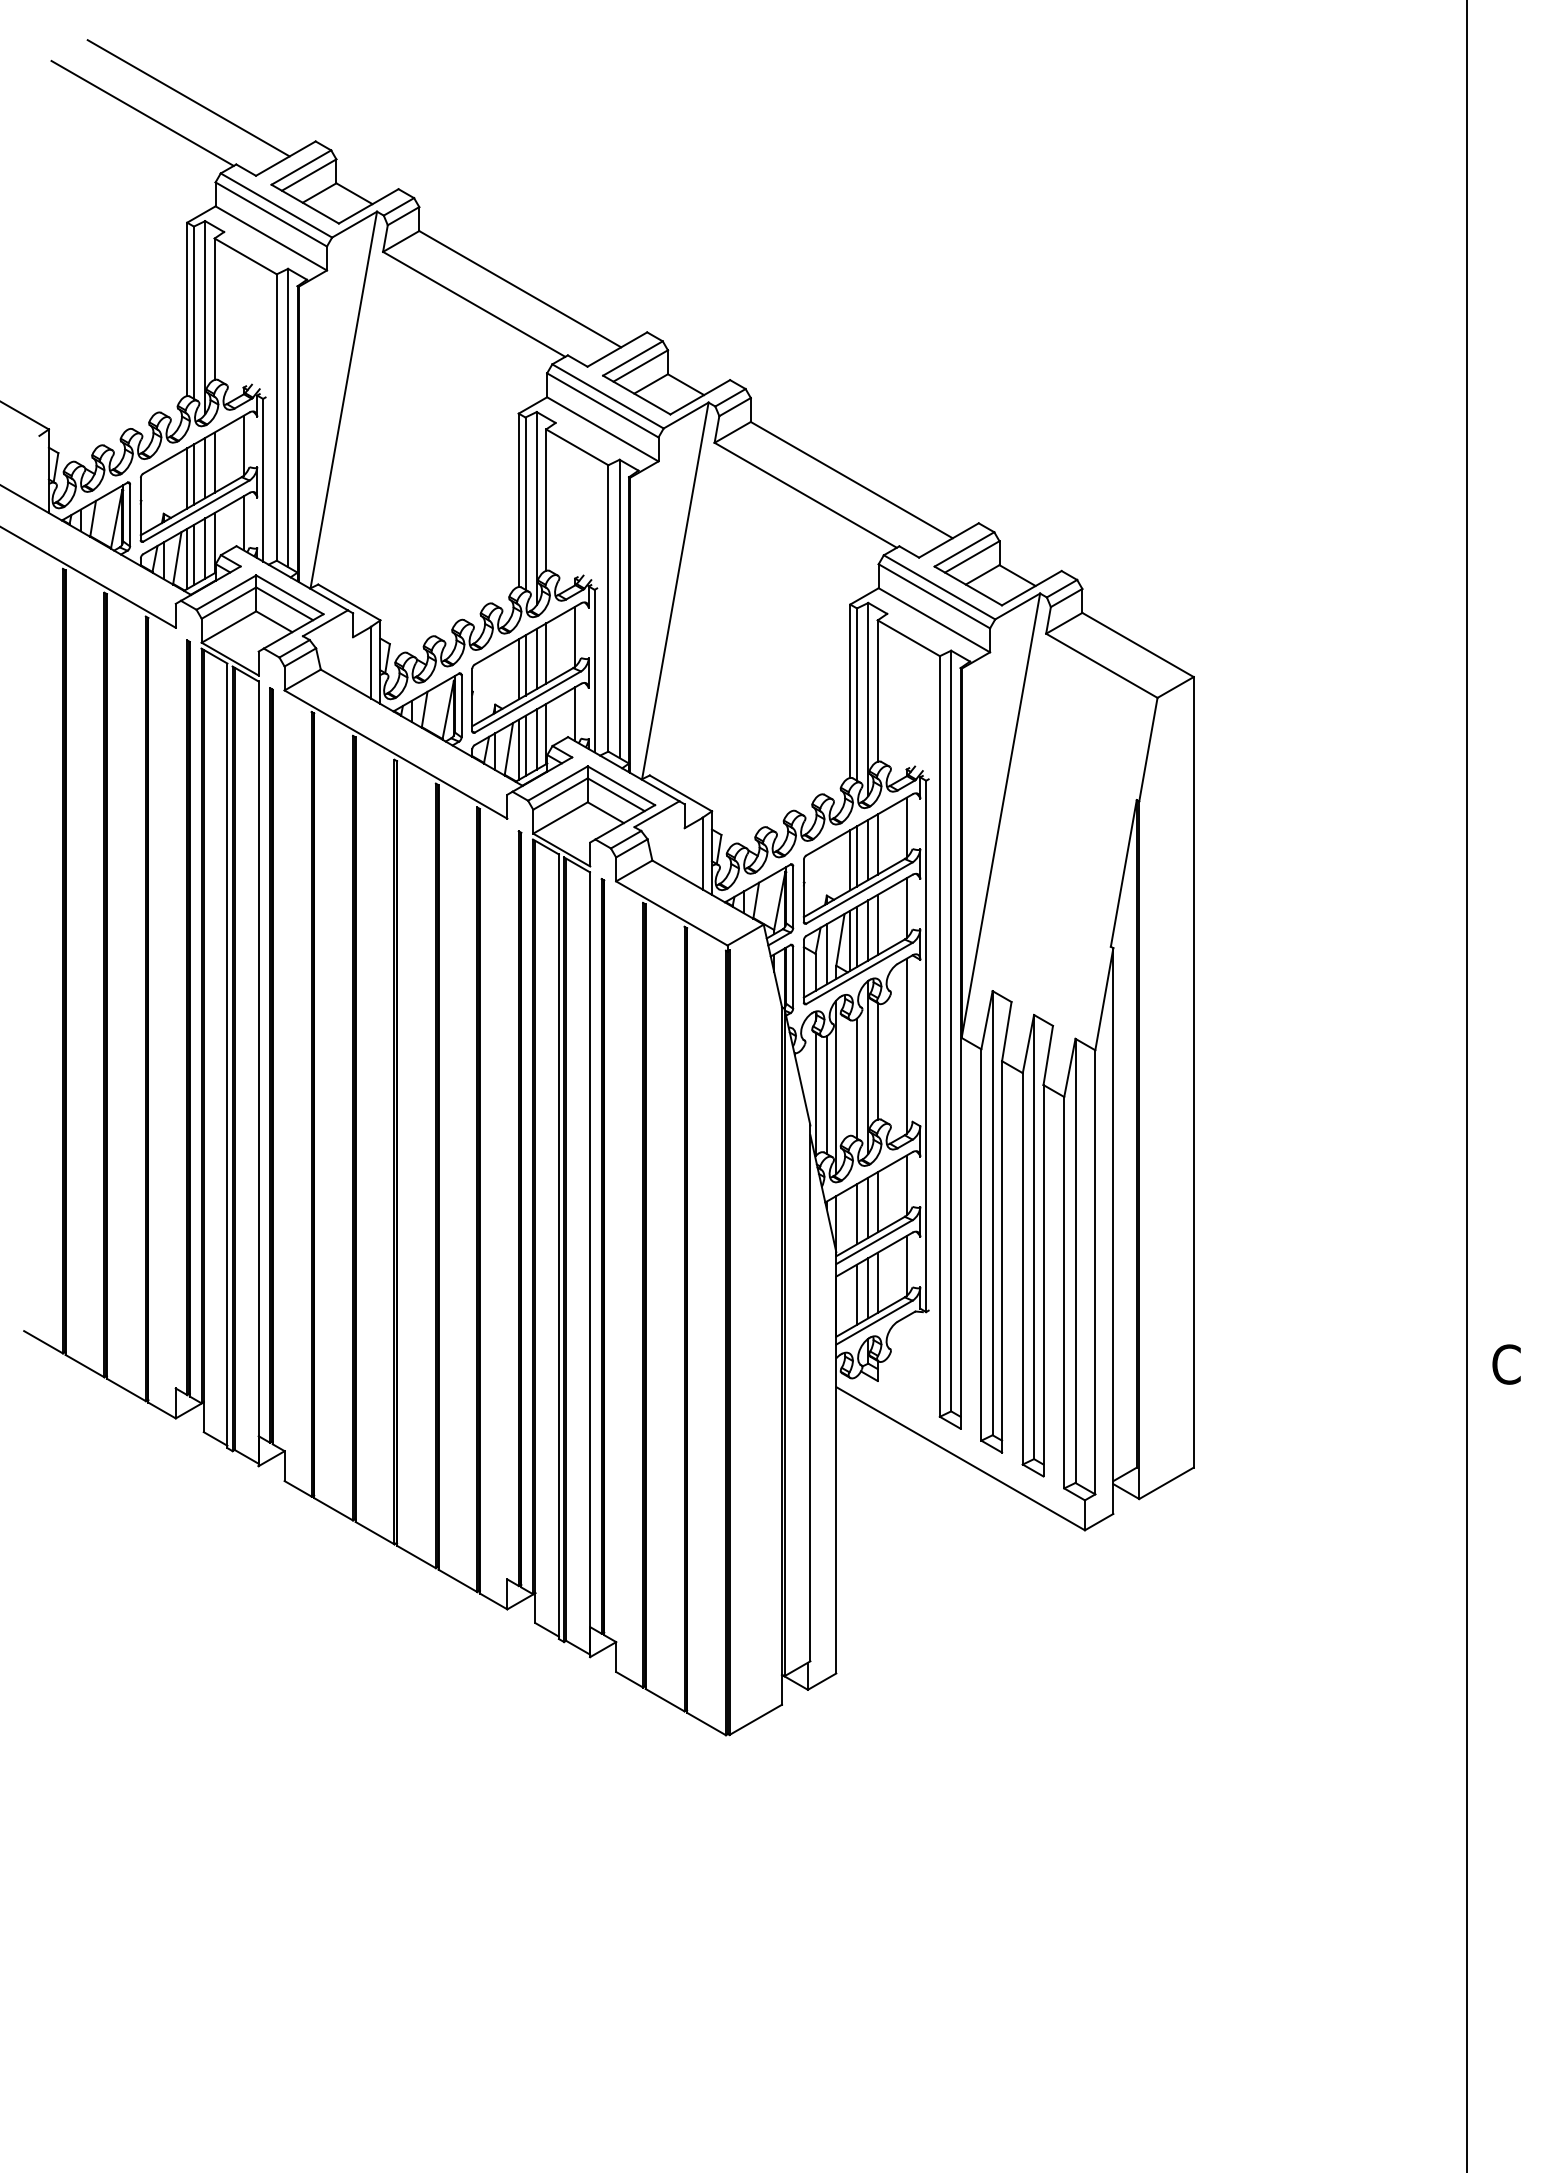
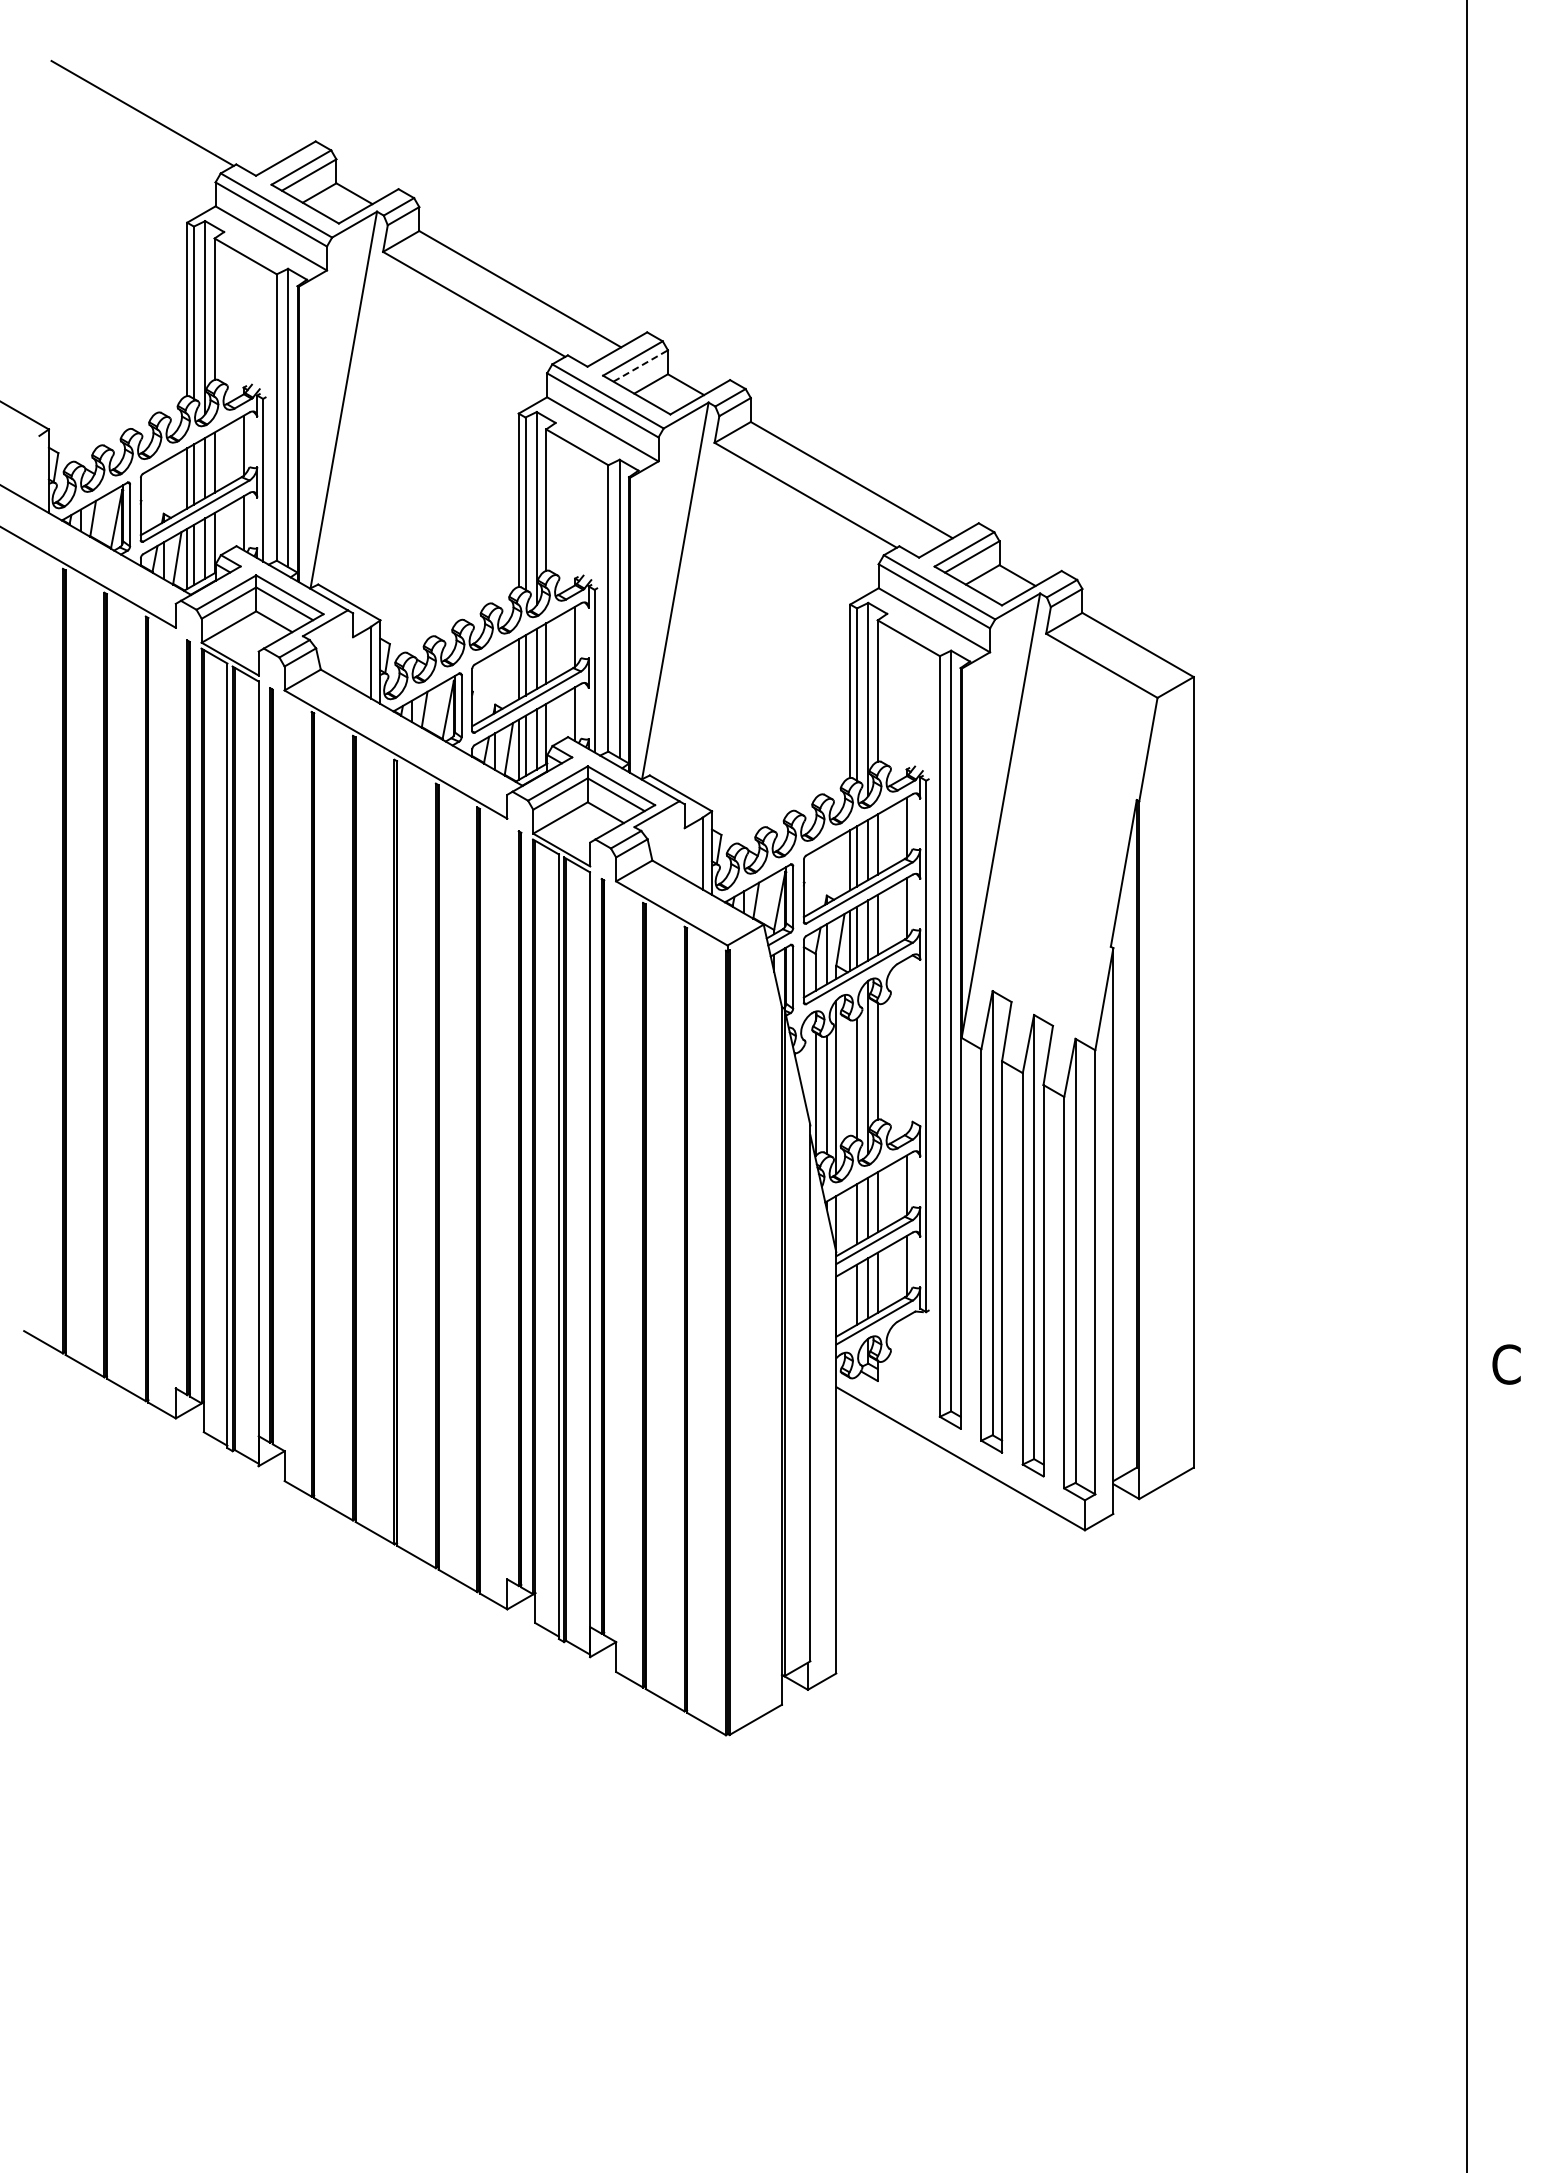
line at (188, 98): present -> none
line at (641, 365): solid -> dashed
line at (906, 1045): present -> none
